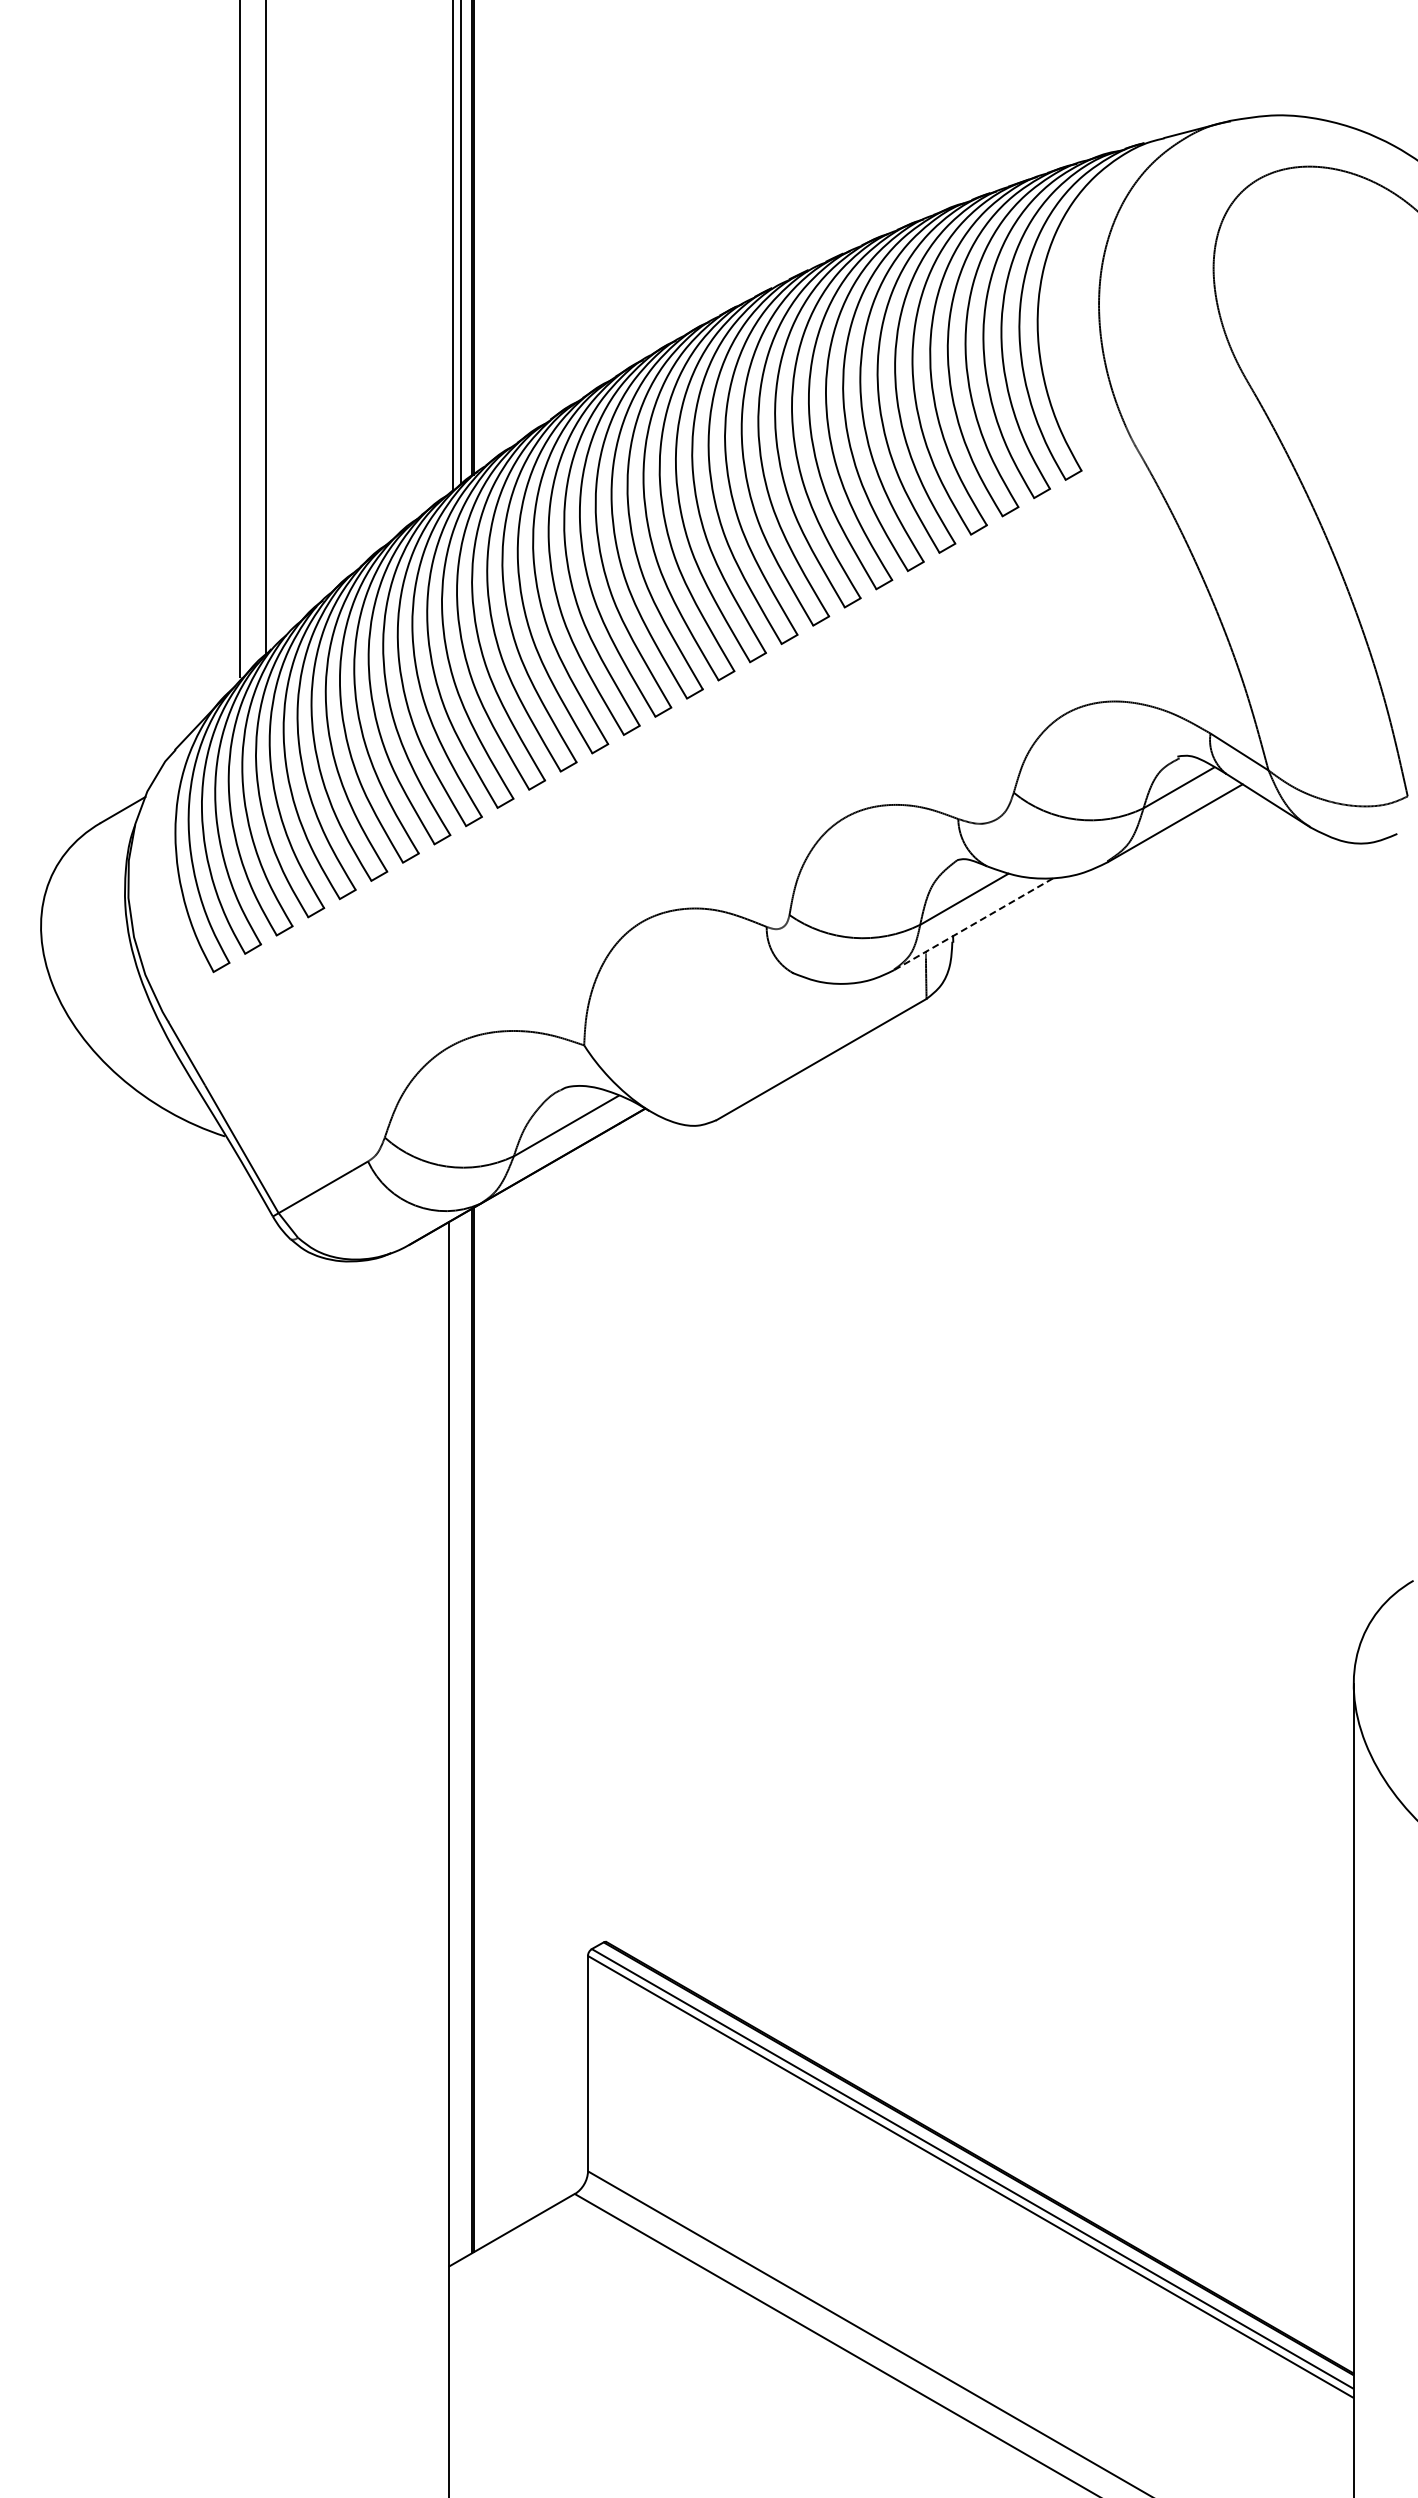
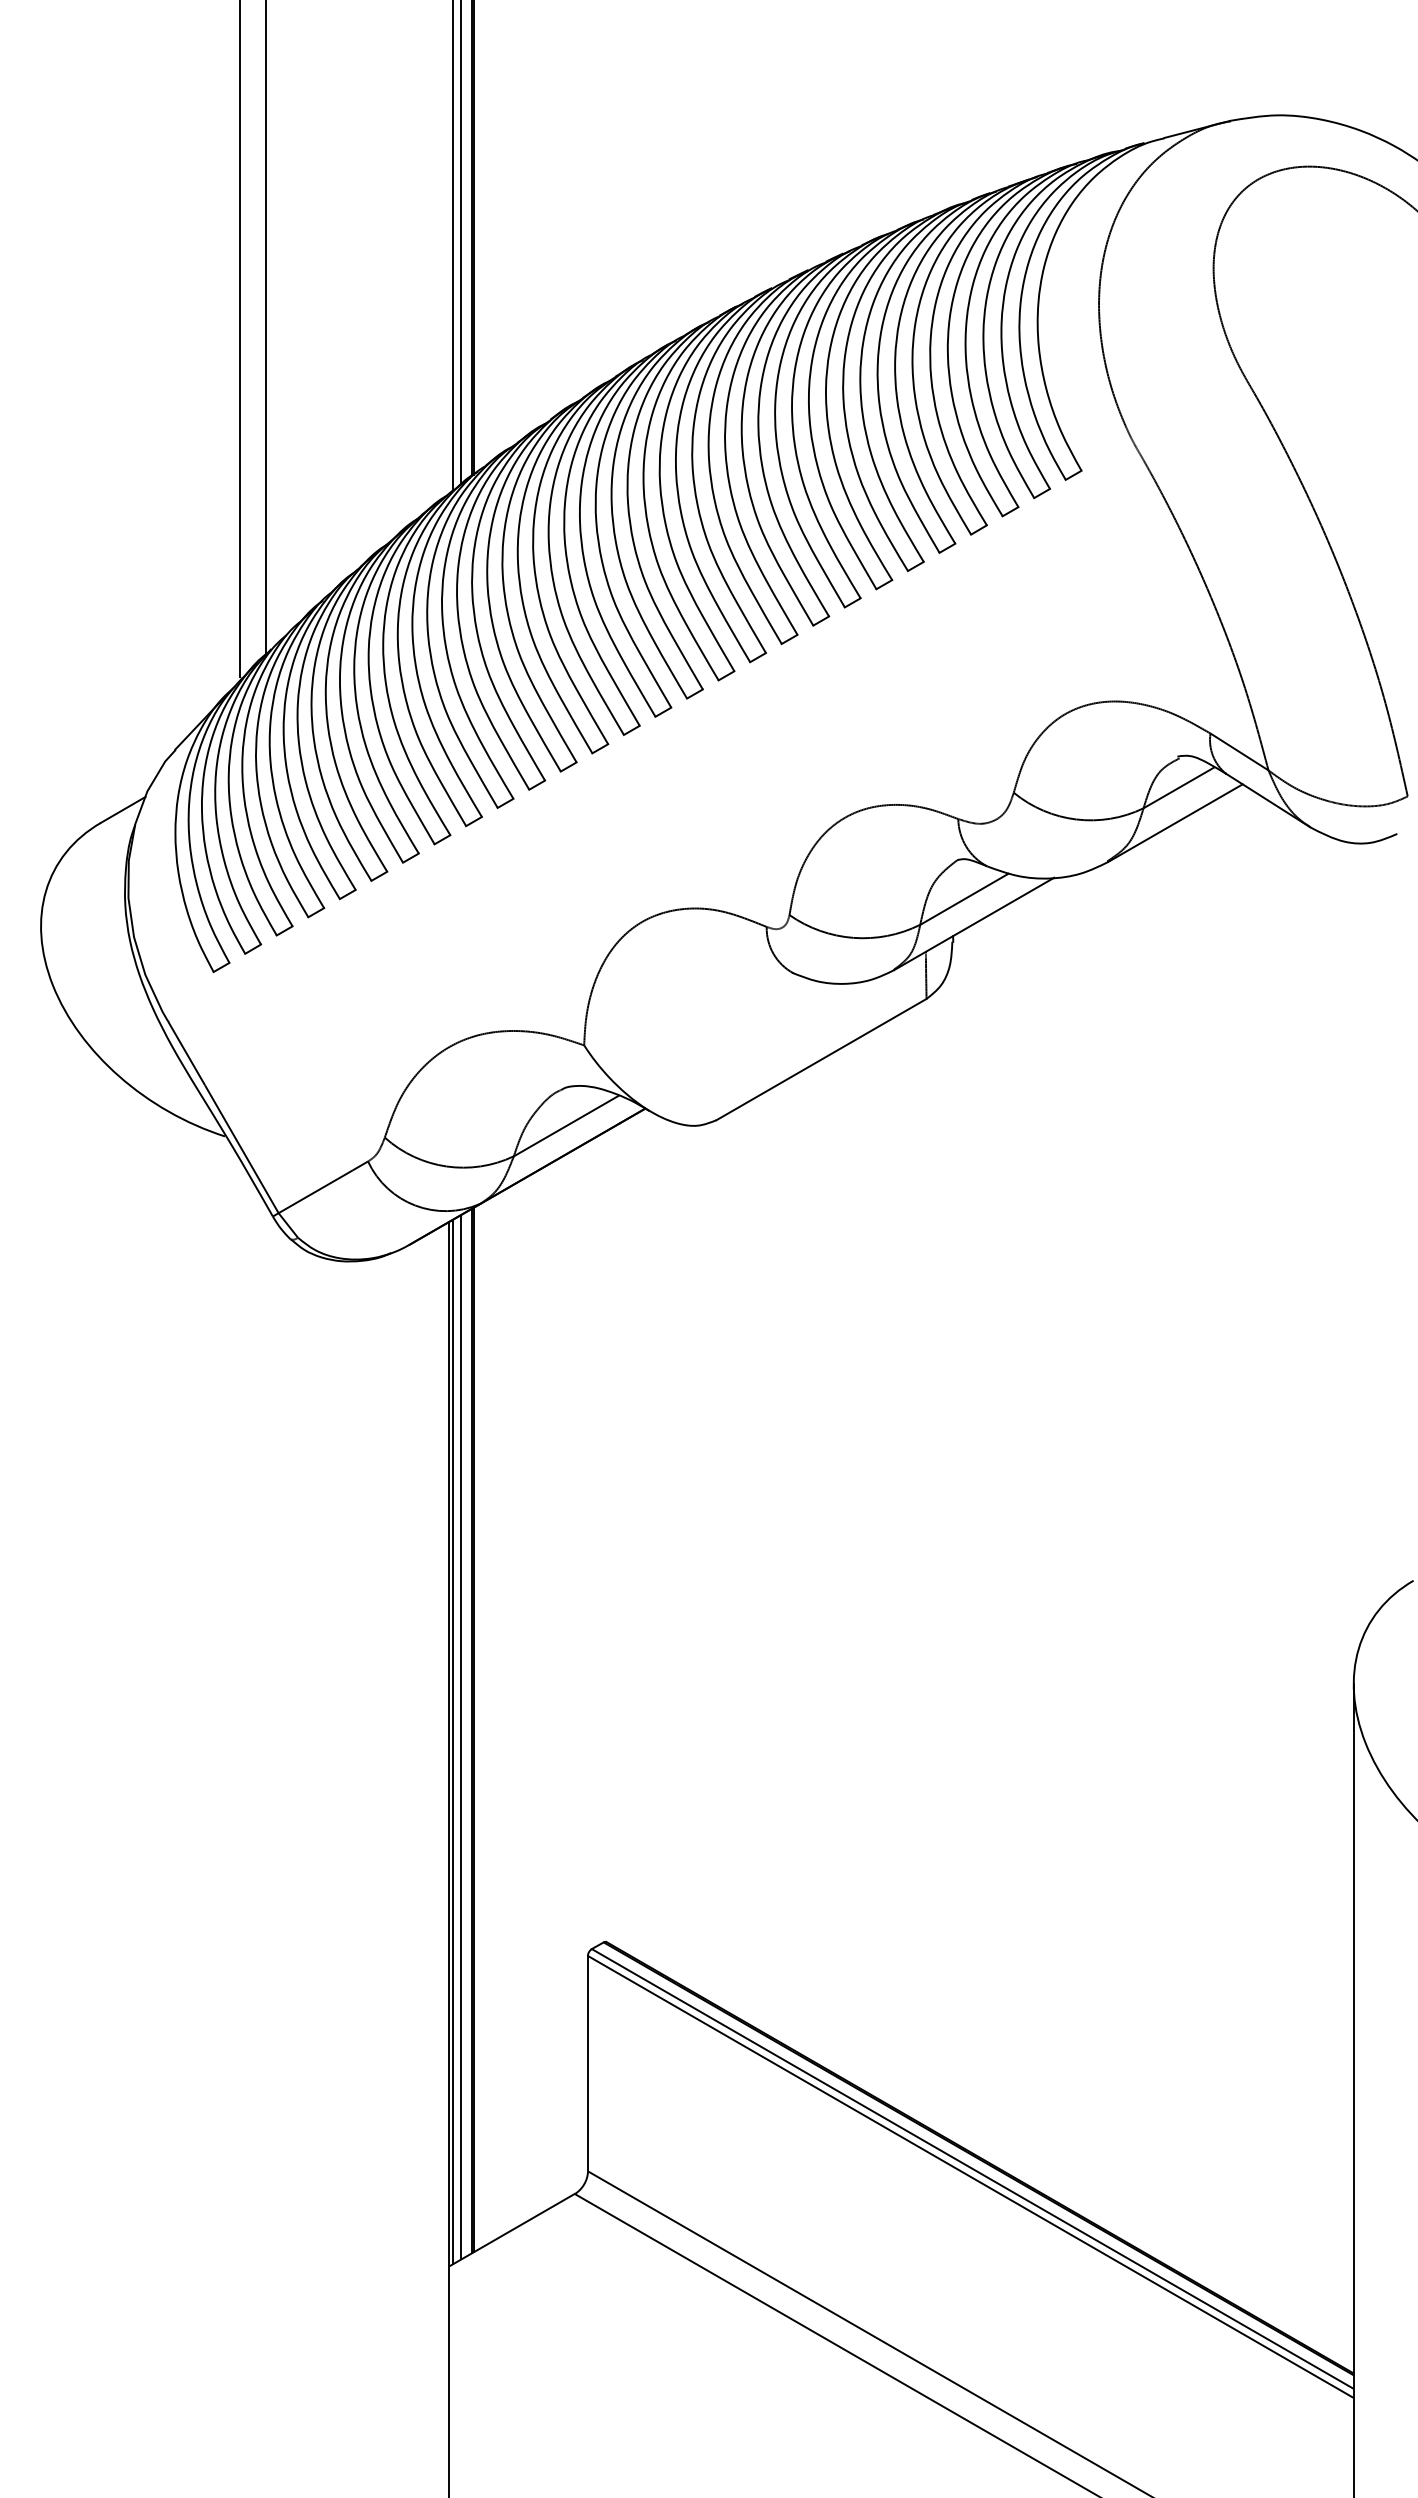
line at (974, 923): dashed -> solid
line at (460, 1737): none -> present
line at (452, 1741): none -> present
